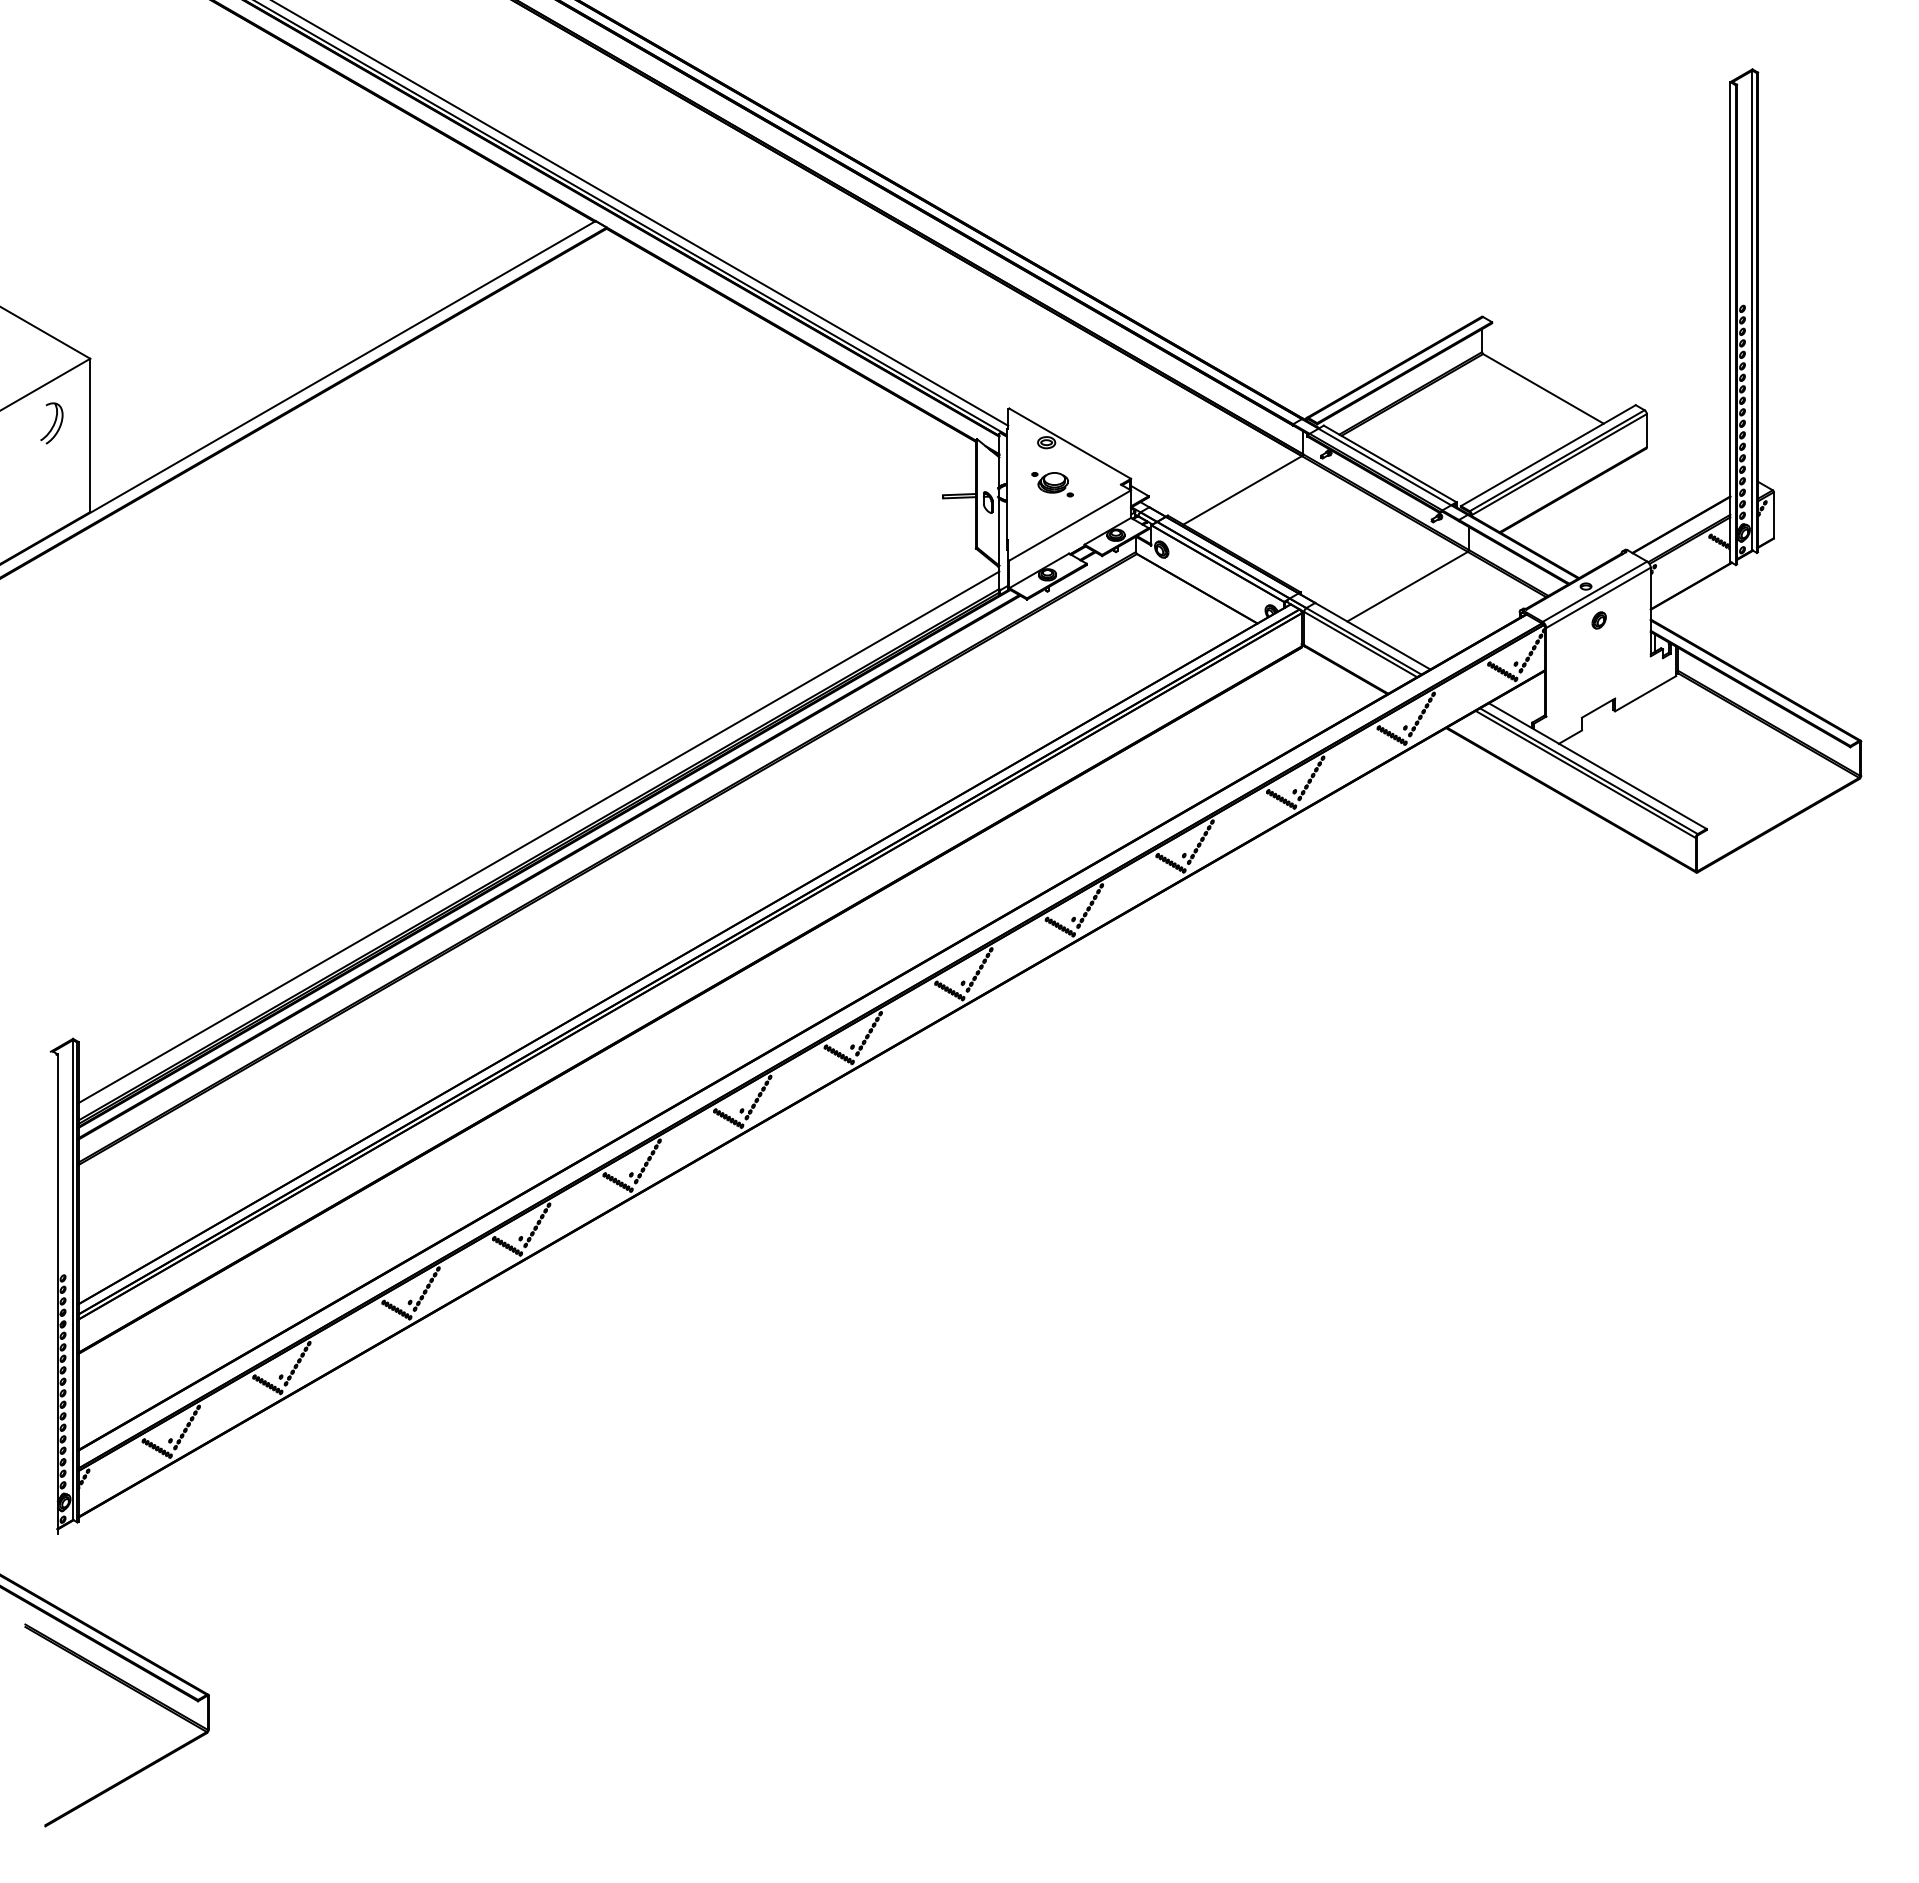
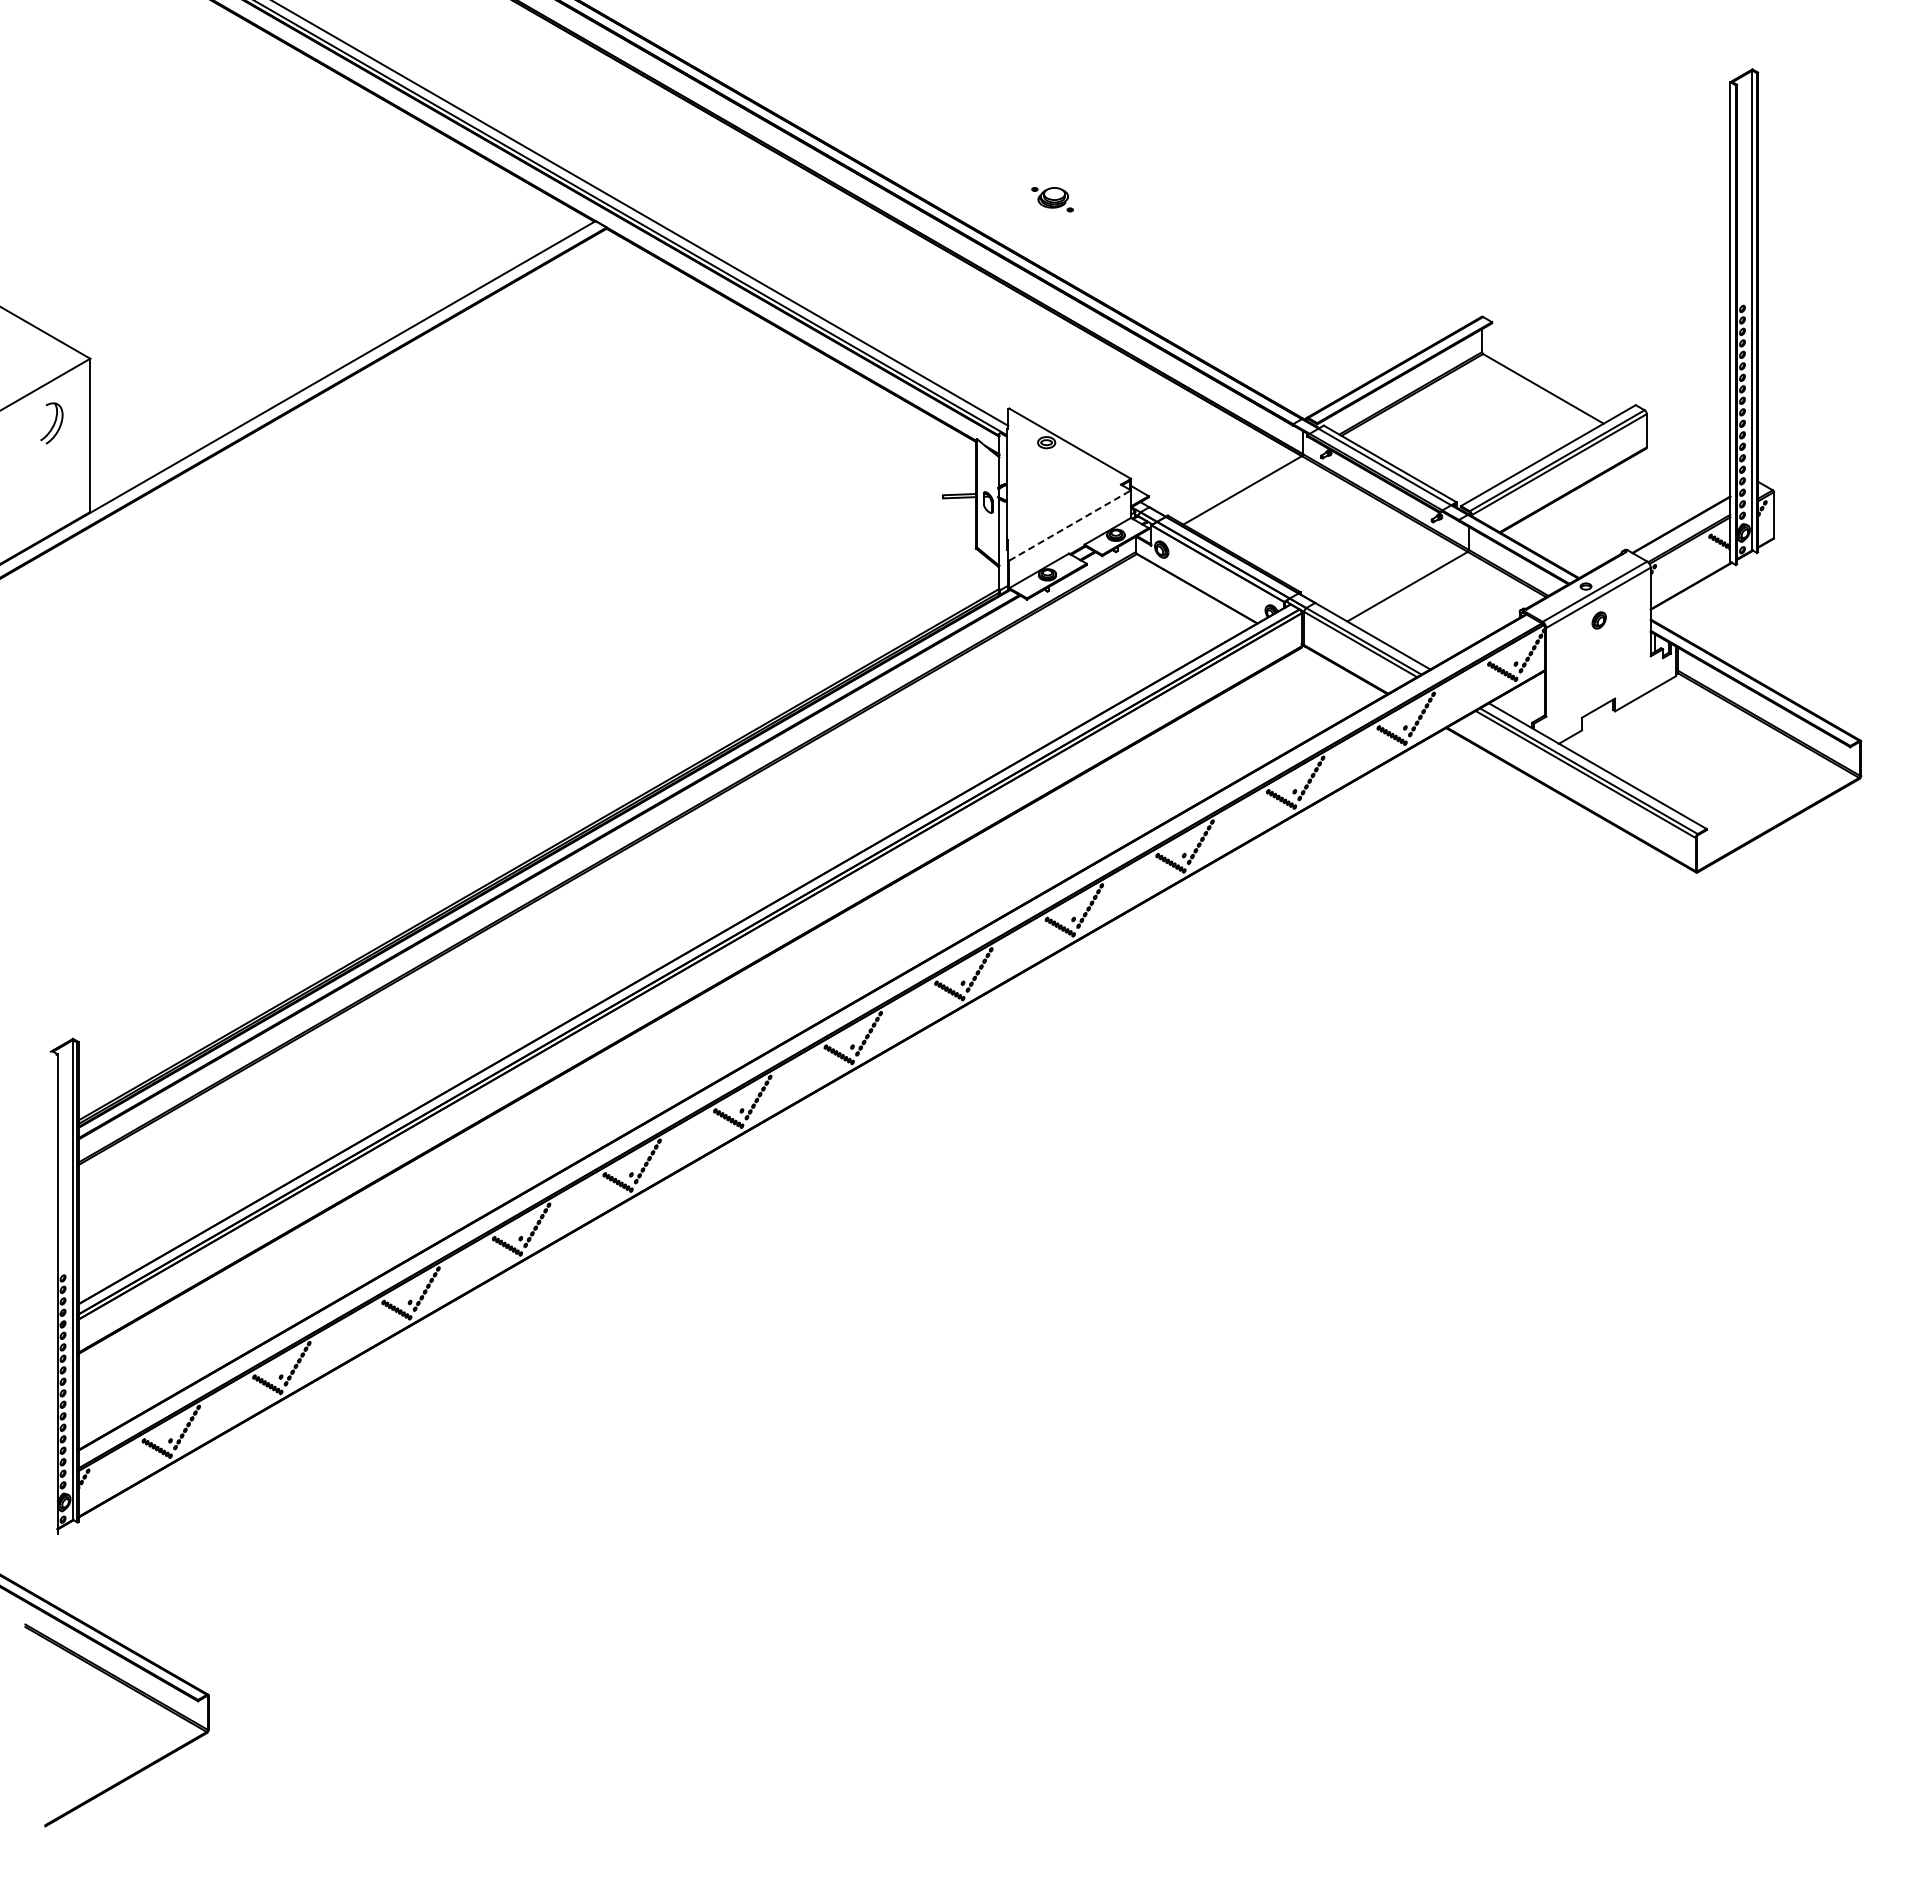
part at (1052, 484) position: (1052, 484) -> (1052, 199)
line at (1070, 525): solid -> dashed
line at (538, 837): present -> none
